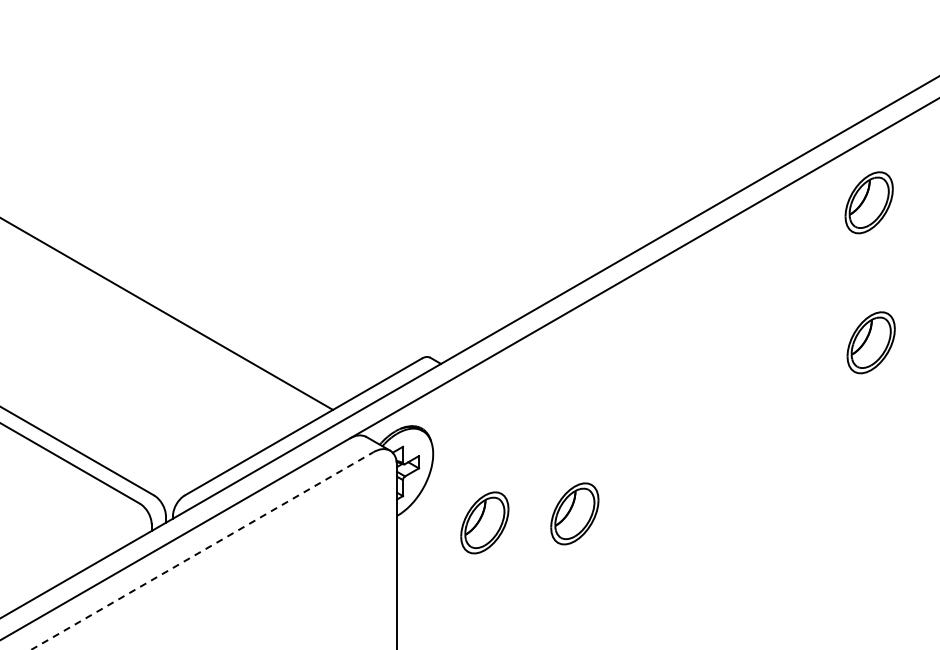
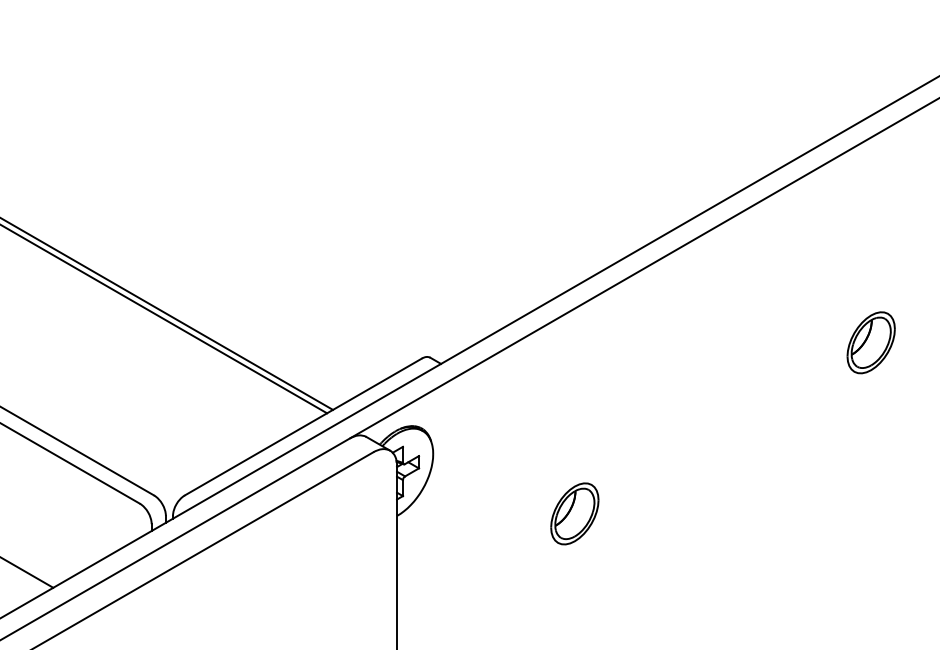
part at (868, 202): present -> none
line at (164, 319): none -> present
part at (484, 522): present -> none
line at (202, 550): dashed -> solid
line at (27, 572): none -> present
